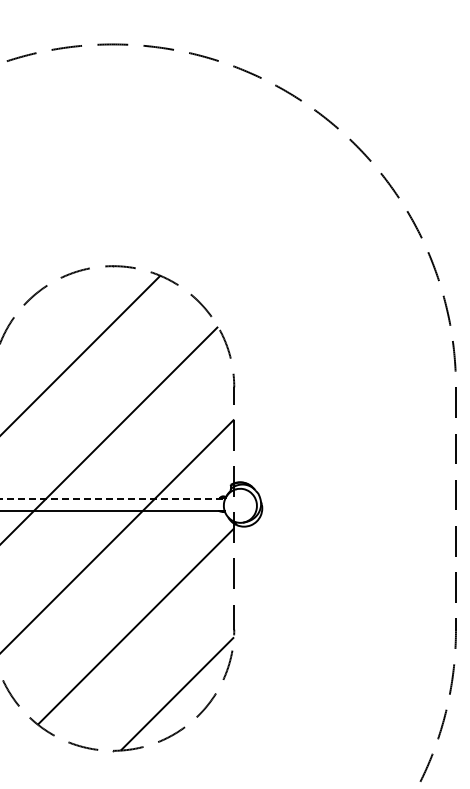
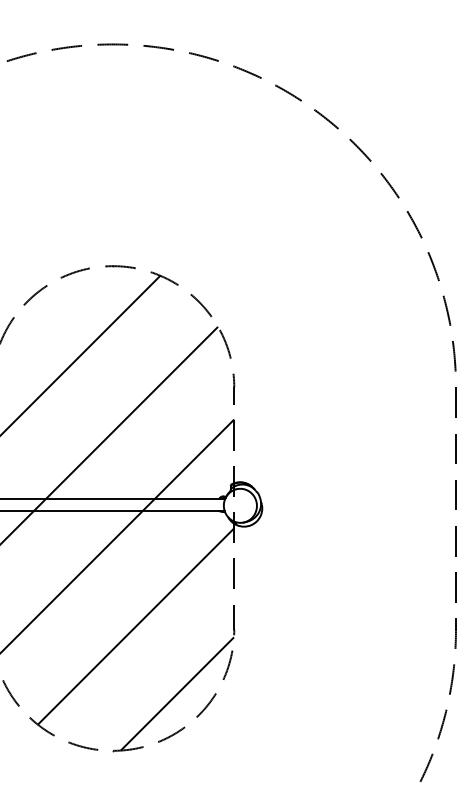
line at (113, 499): dashed -> solid
